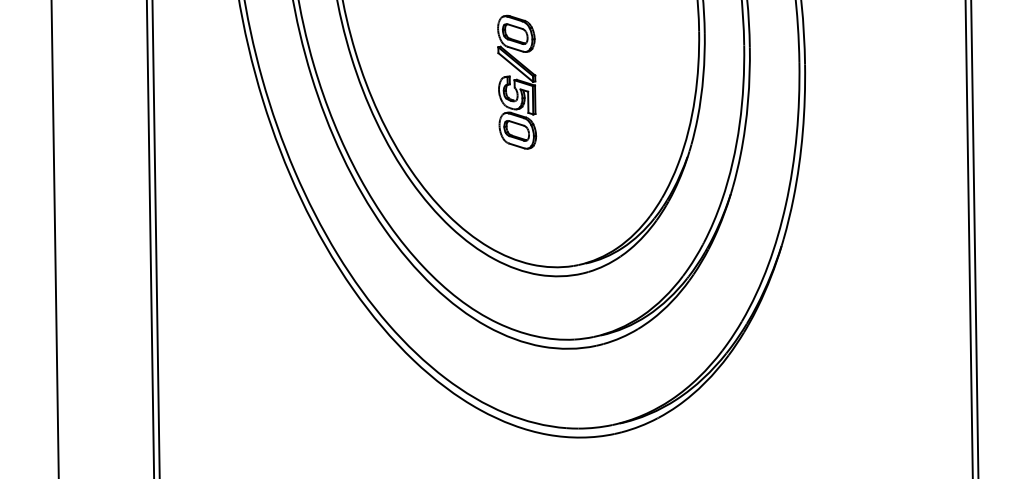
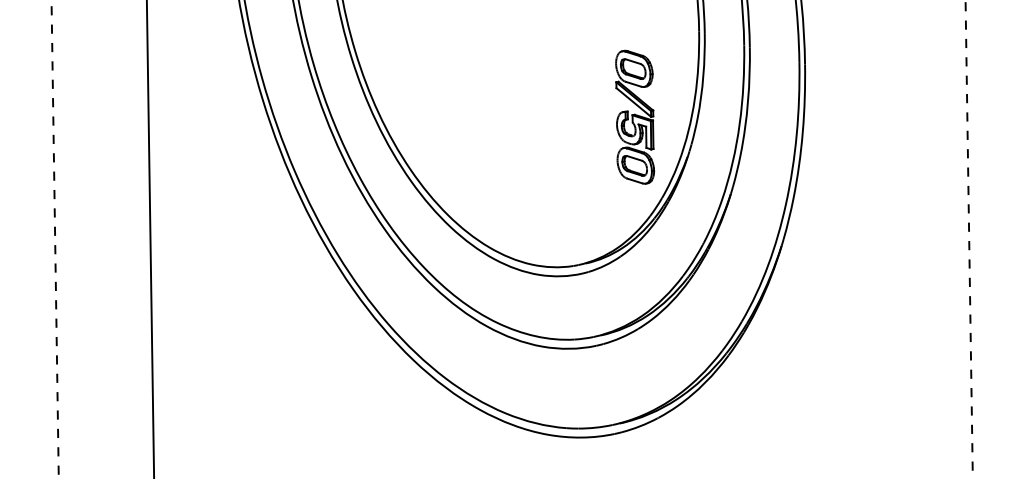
part at (517, 81) position: (517, 81) -> (635, 116)
line at (155, 238): present -> none
line at (974, 238): present -> none
line at (55, 239): solid -> dashed
line at (969, 240): solid -> dashed
